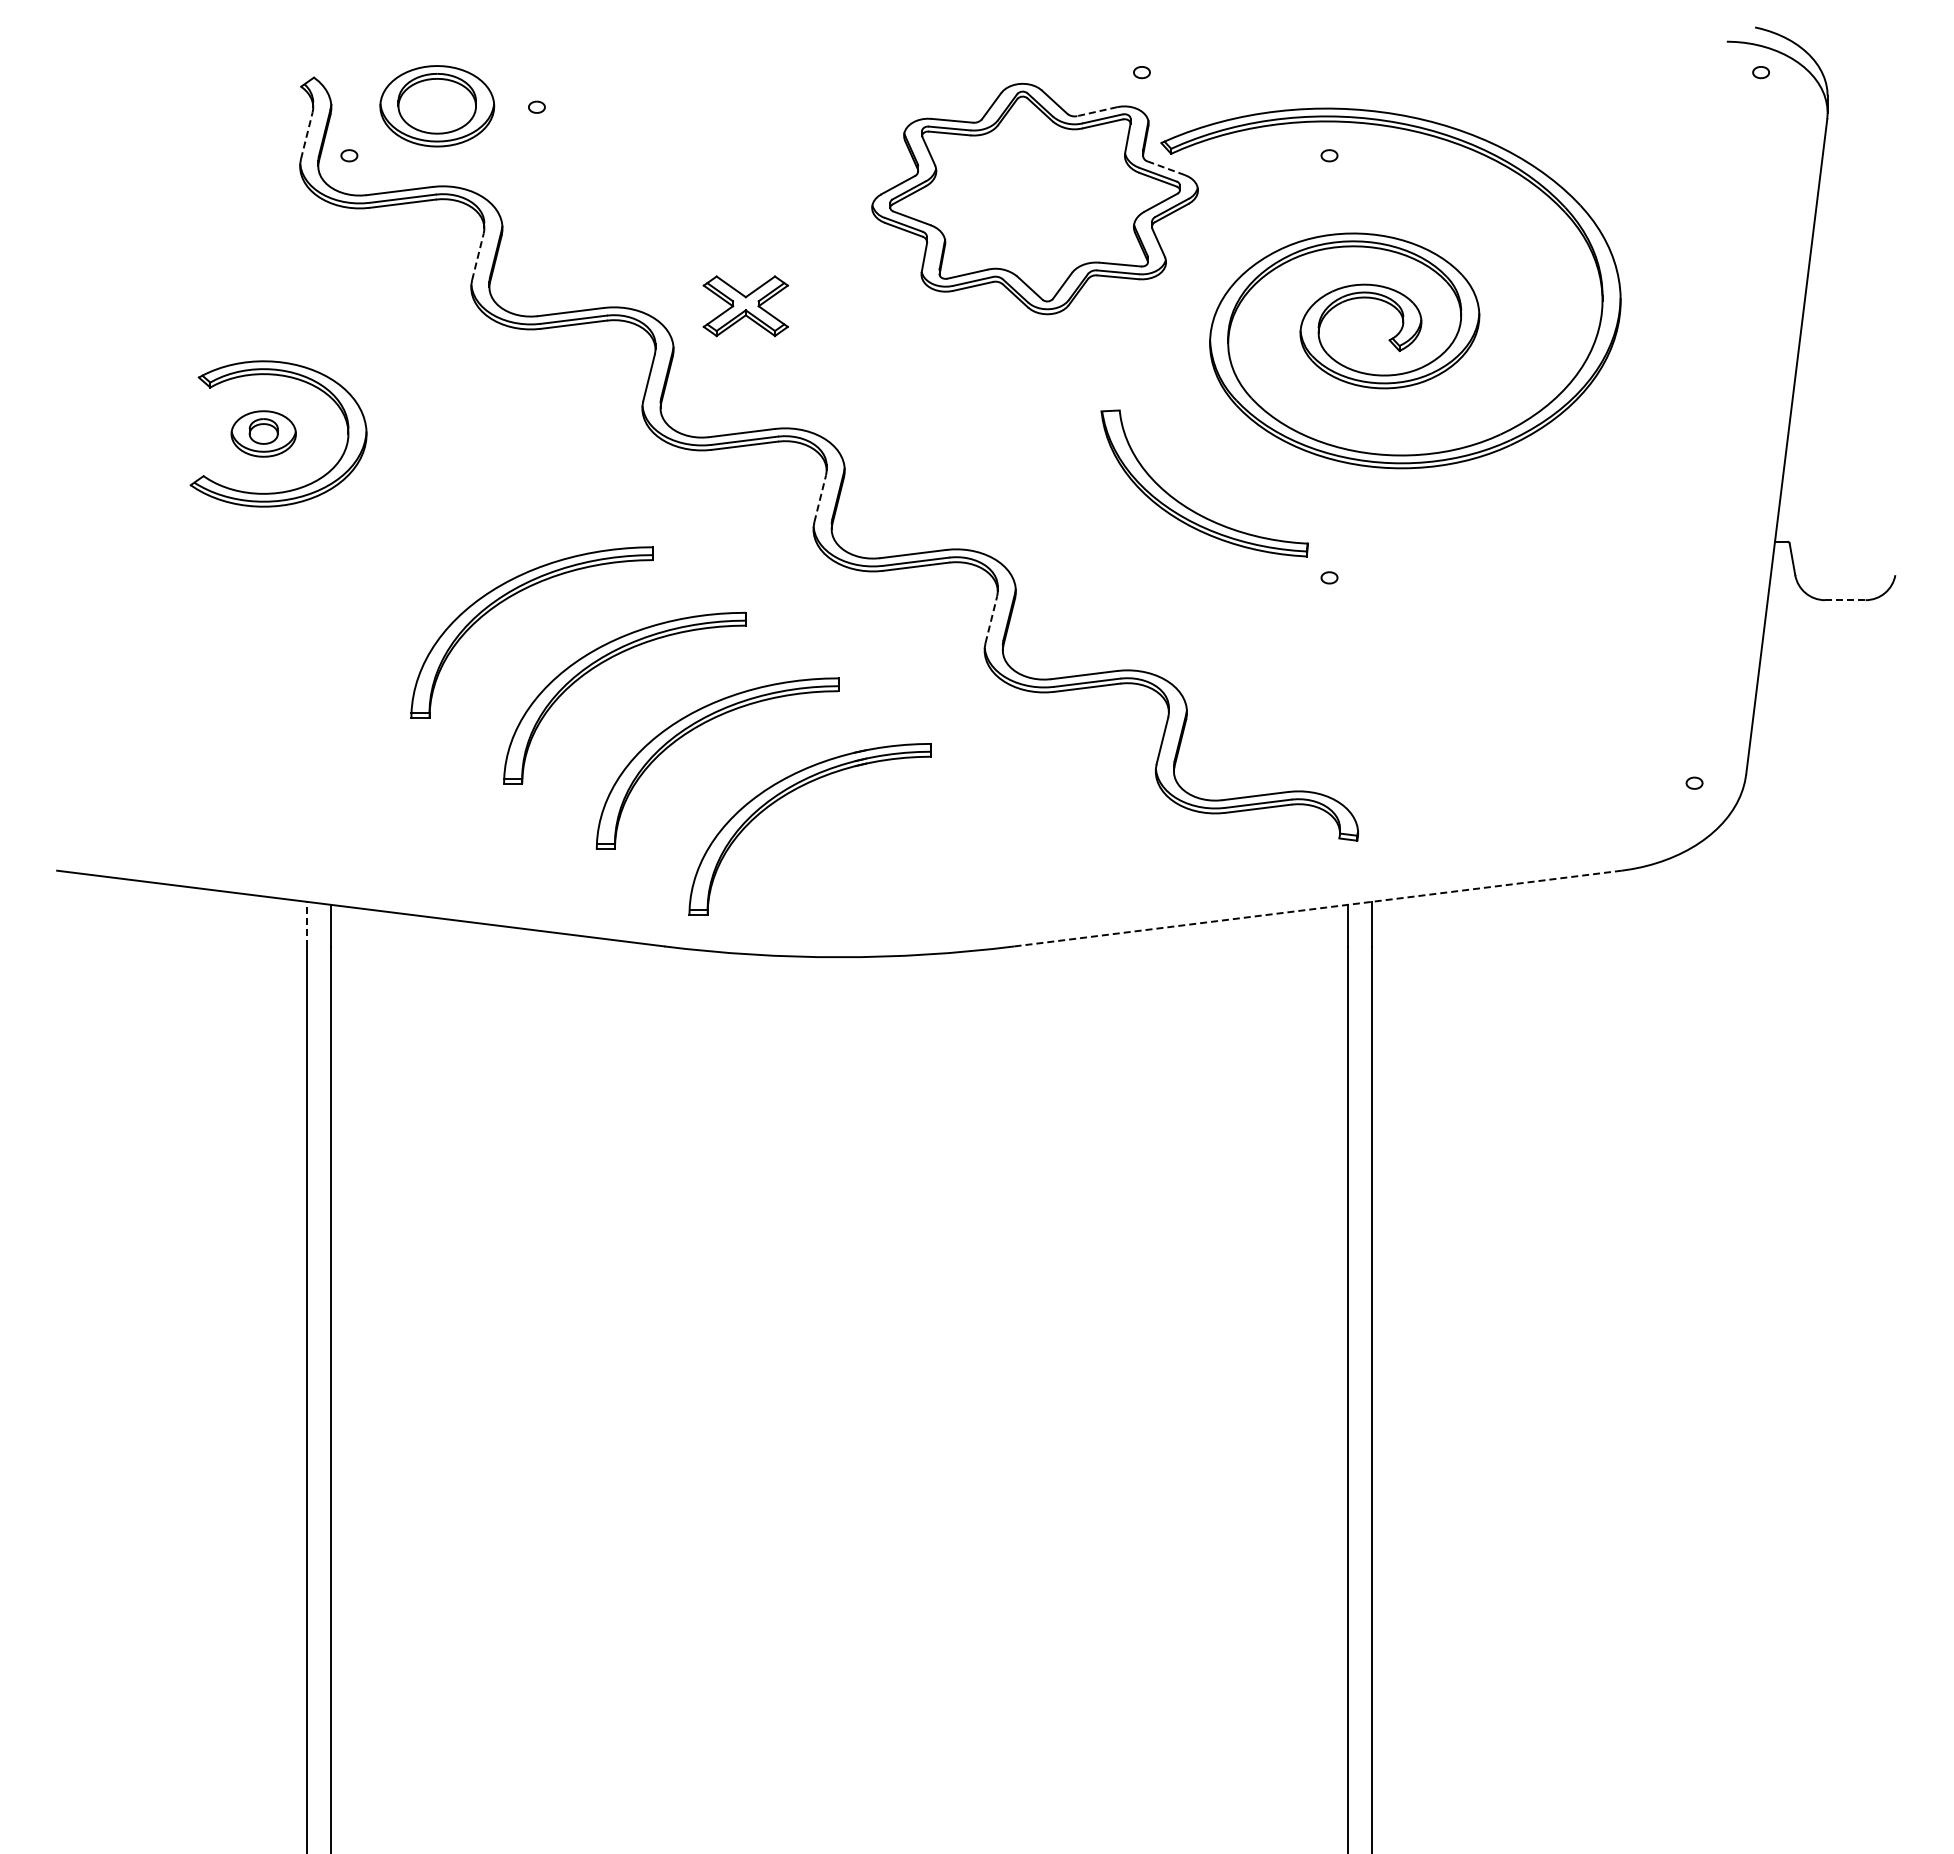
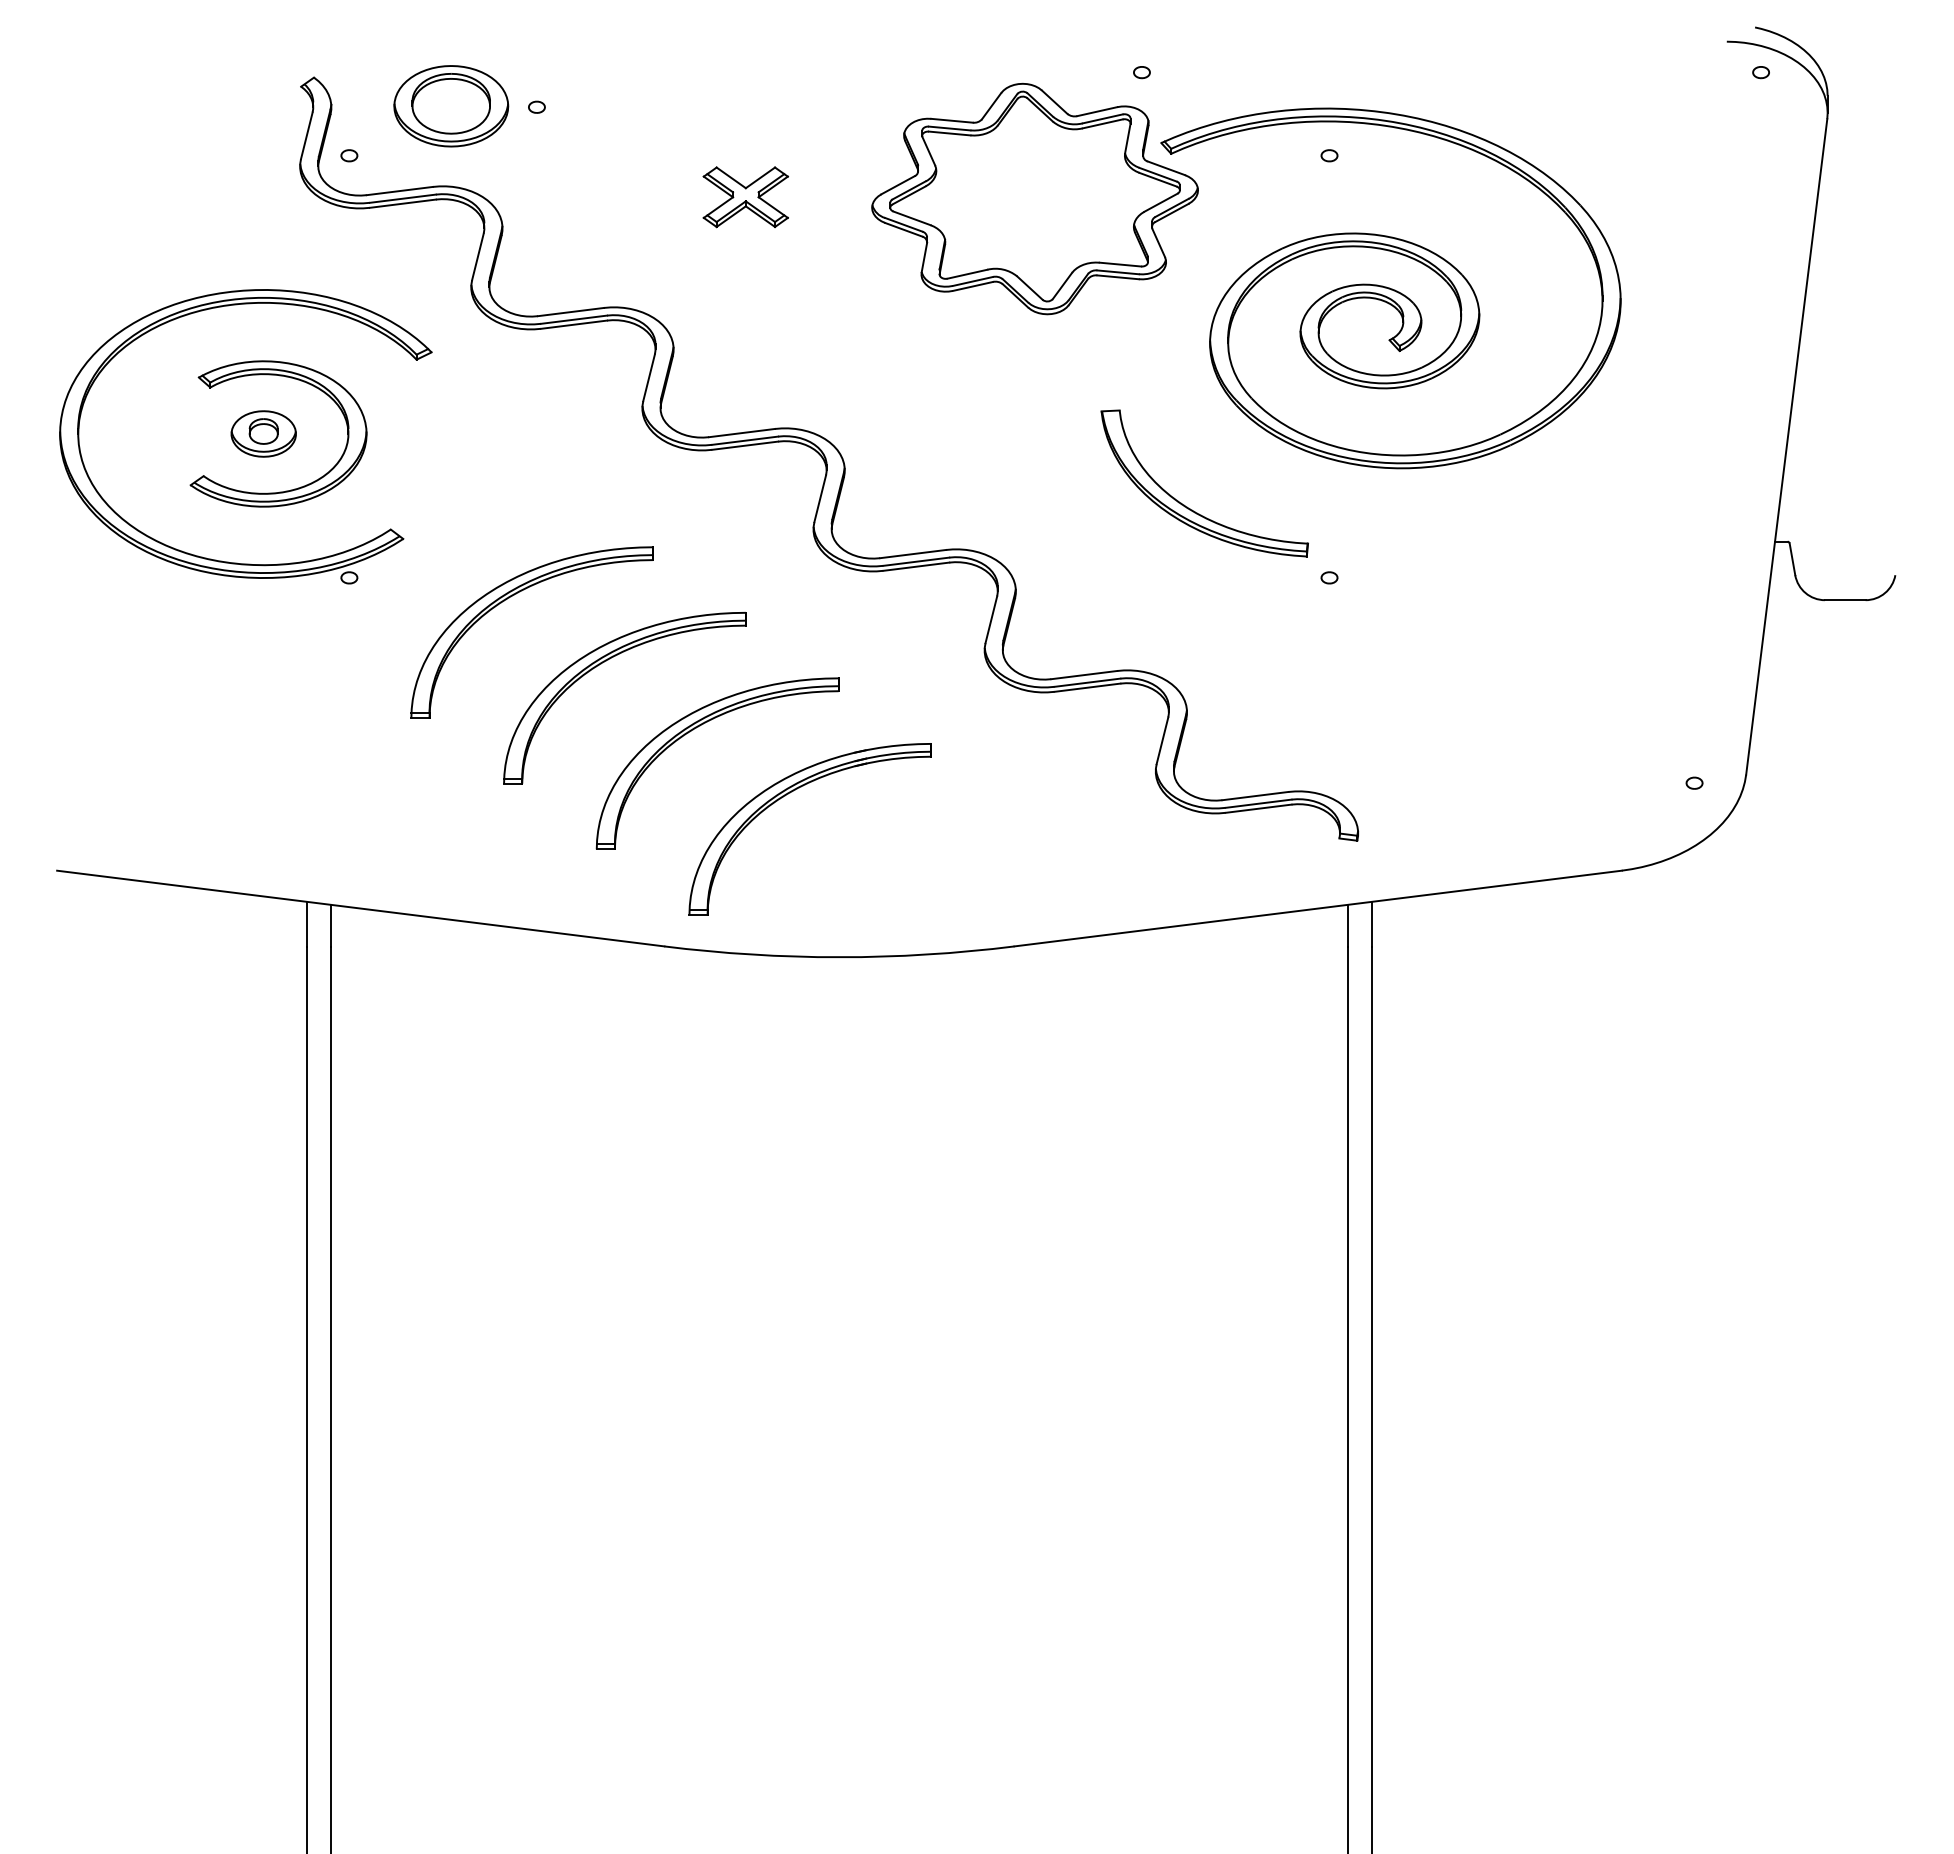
part at (437, 106) position: (437, 106) -> (451, 106)
line at (1096, 111): dashed -> solid
line at (306, 135): dashed -> solid
line at (1166, 168): dashed -> solid
line at (478, 256): dashed -> solid
part at (745, 306) position: (745, 306) -> (745, 197)
line at (820, 498): dashed -> solid
part at (228, 561): none -> present
line at (1845, 600): dashed -> solid
line at (991, 619): dashed -> solid
line at (1318, 908): dashed -> solid
line at (307, 923): dashed -> solid
